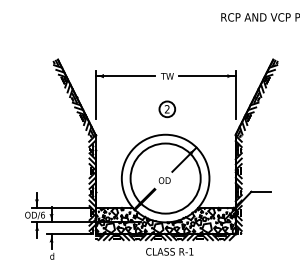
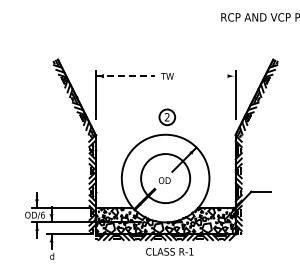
line at (125, 76): solid -> dashed
line at (207, 76): present -> none
part at (167, 109) position: (167, 109) -> (167, 117)
circle at (165, 178) diameter: 70 px -> 49 px
